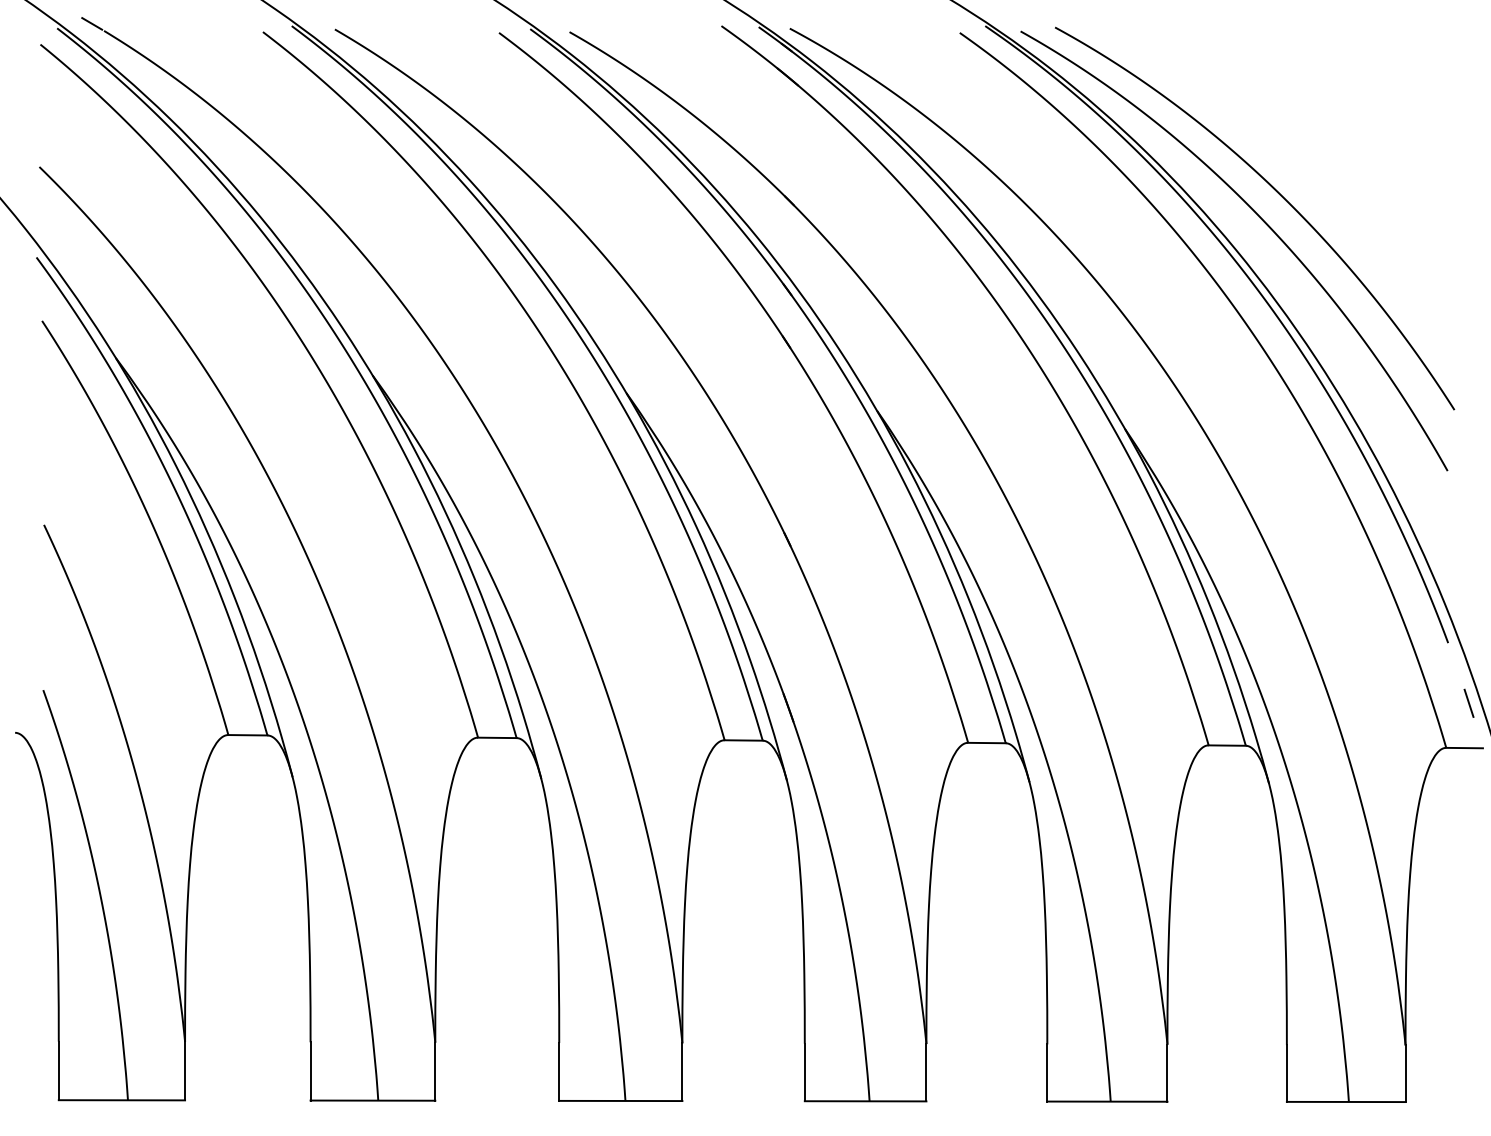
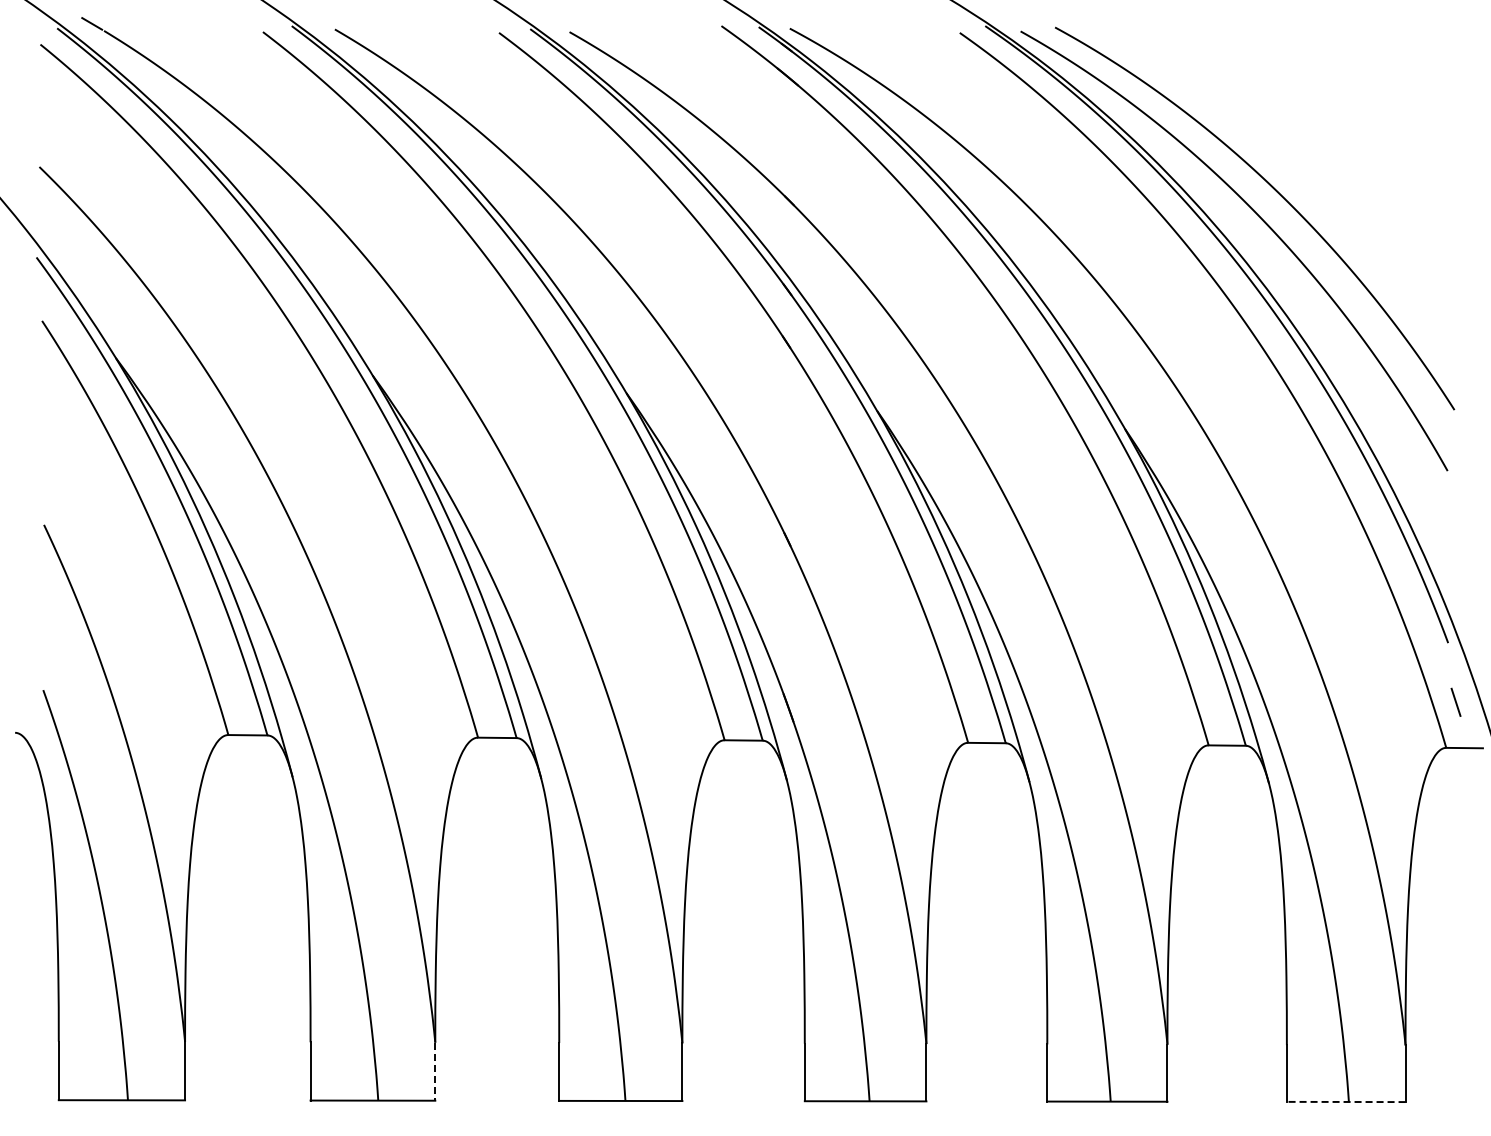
line at (1468, 702) position: (1468, 702) -> (1455, 701)
line at (435, 1072): solid -> dashed
line at (1345, 1101): solid -> dashed
